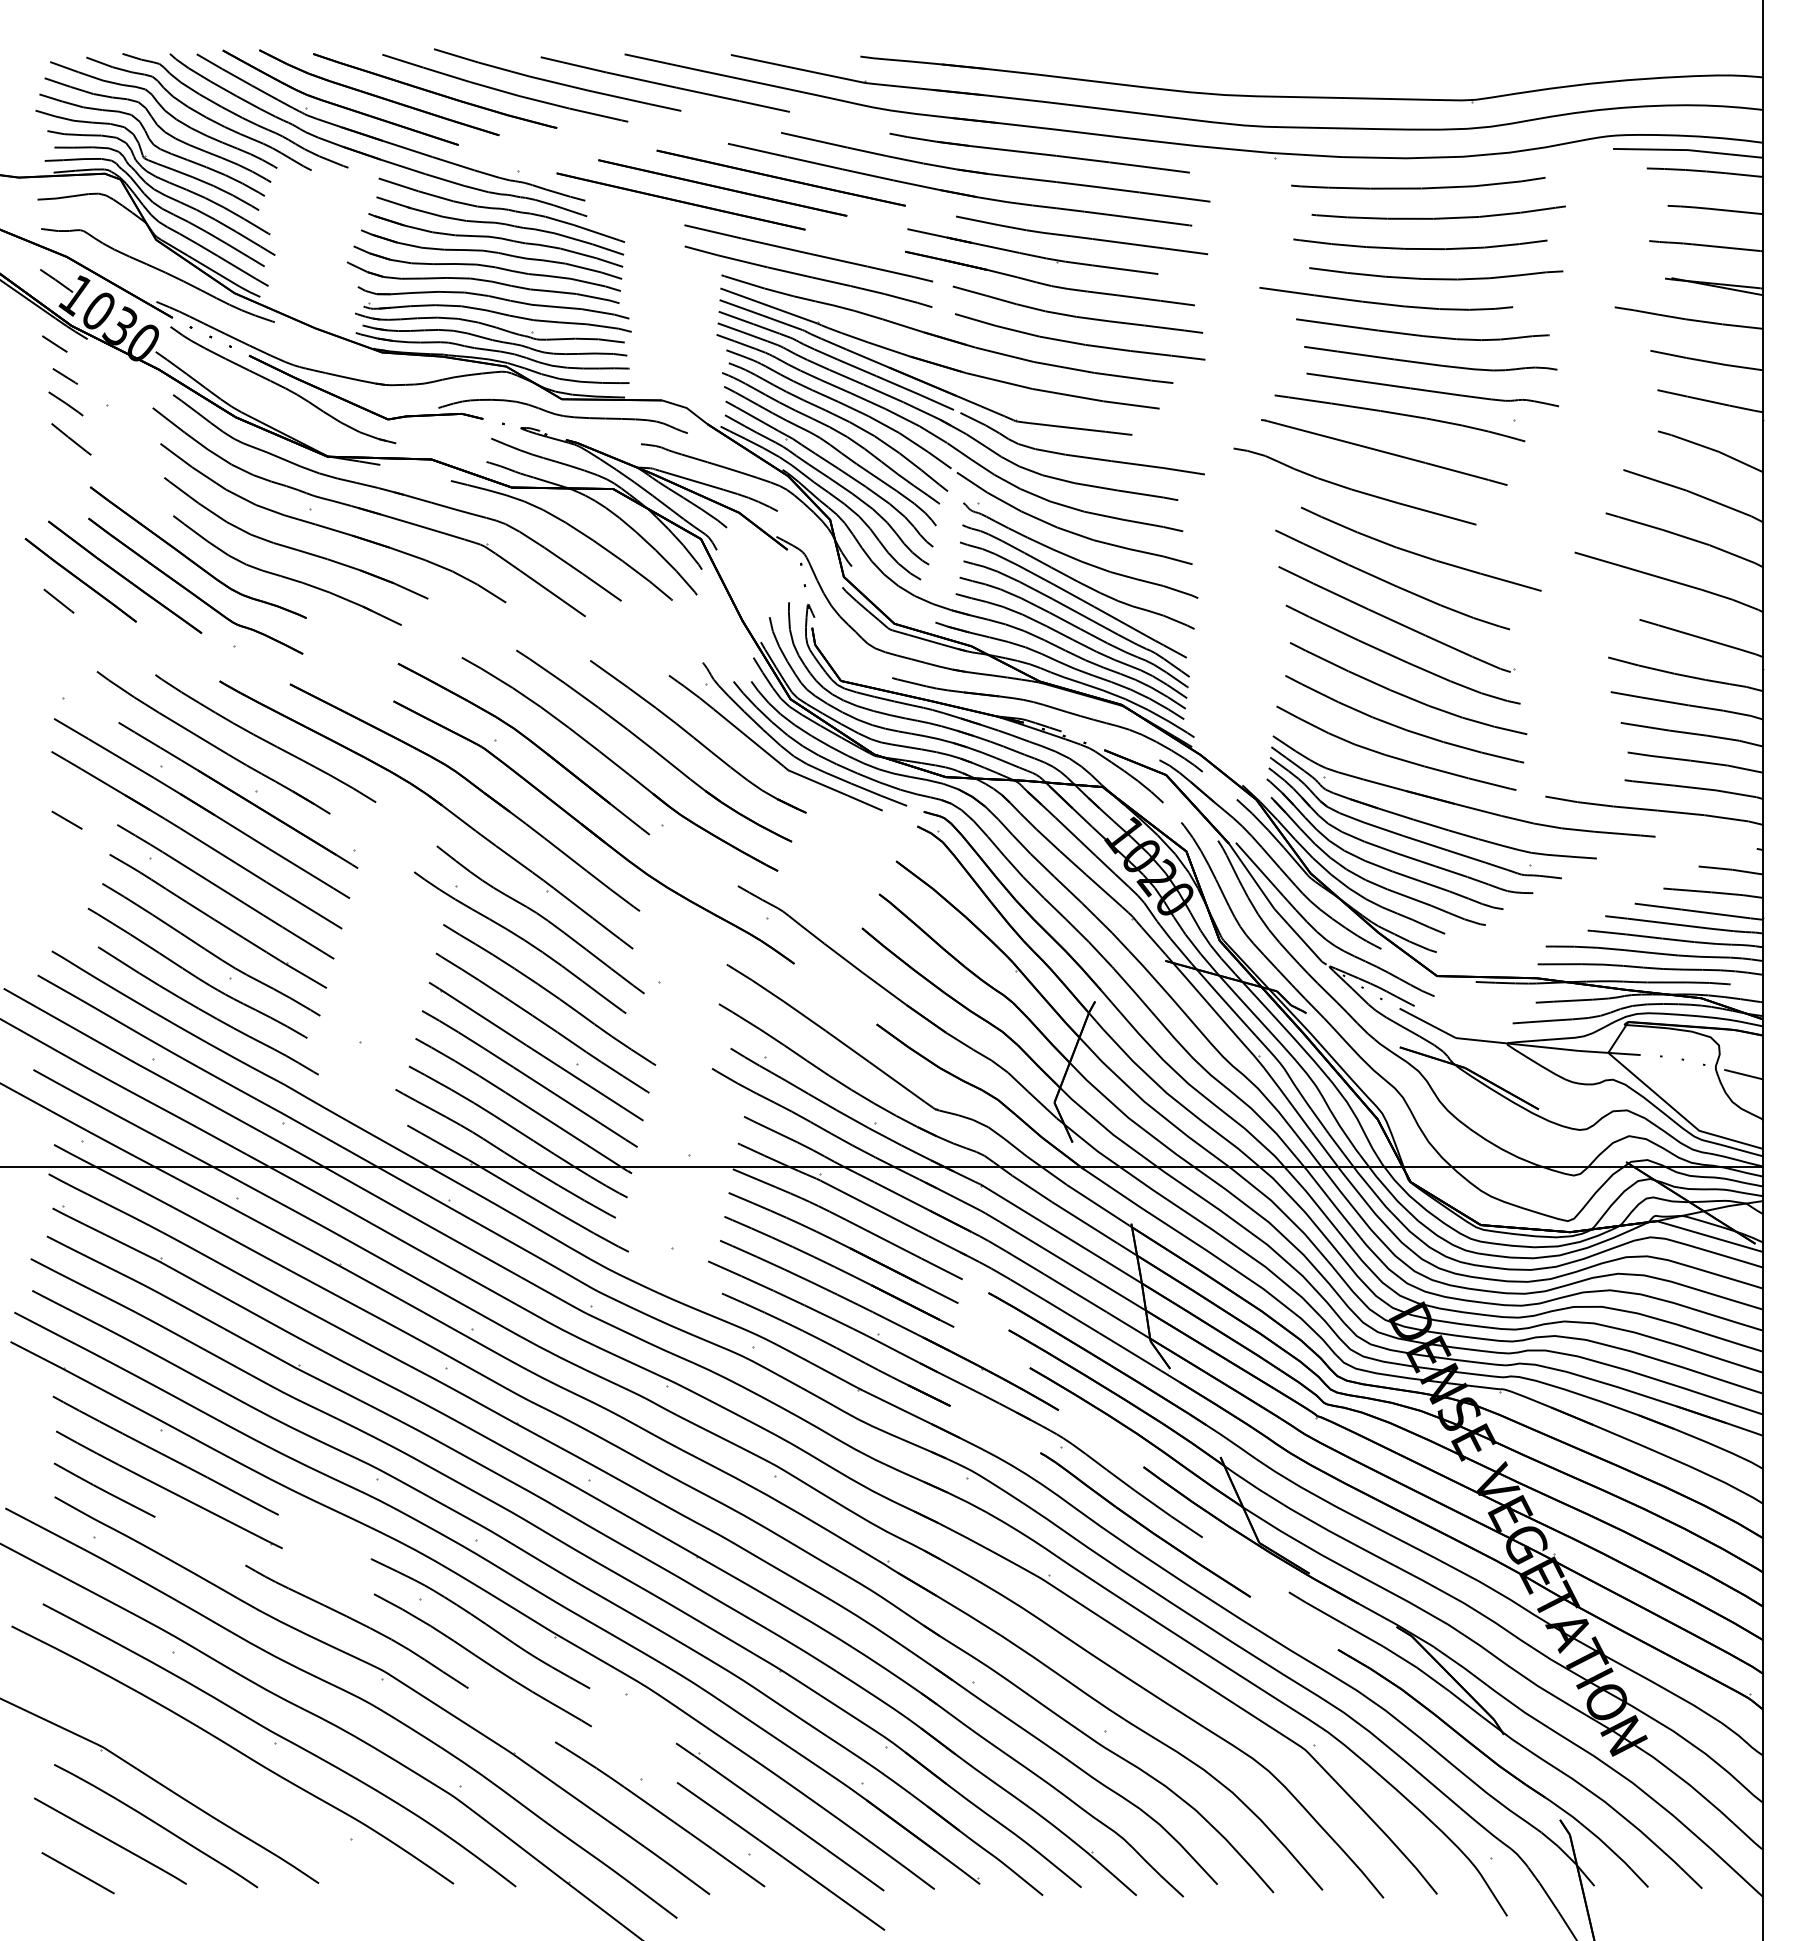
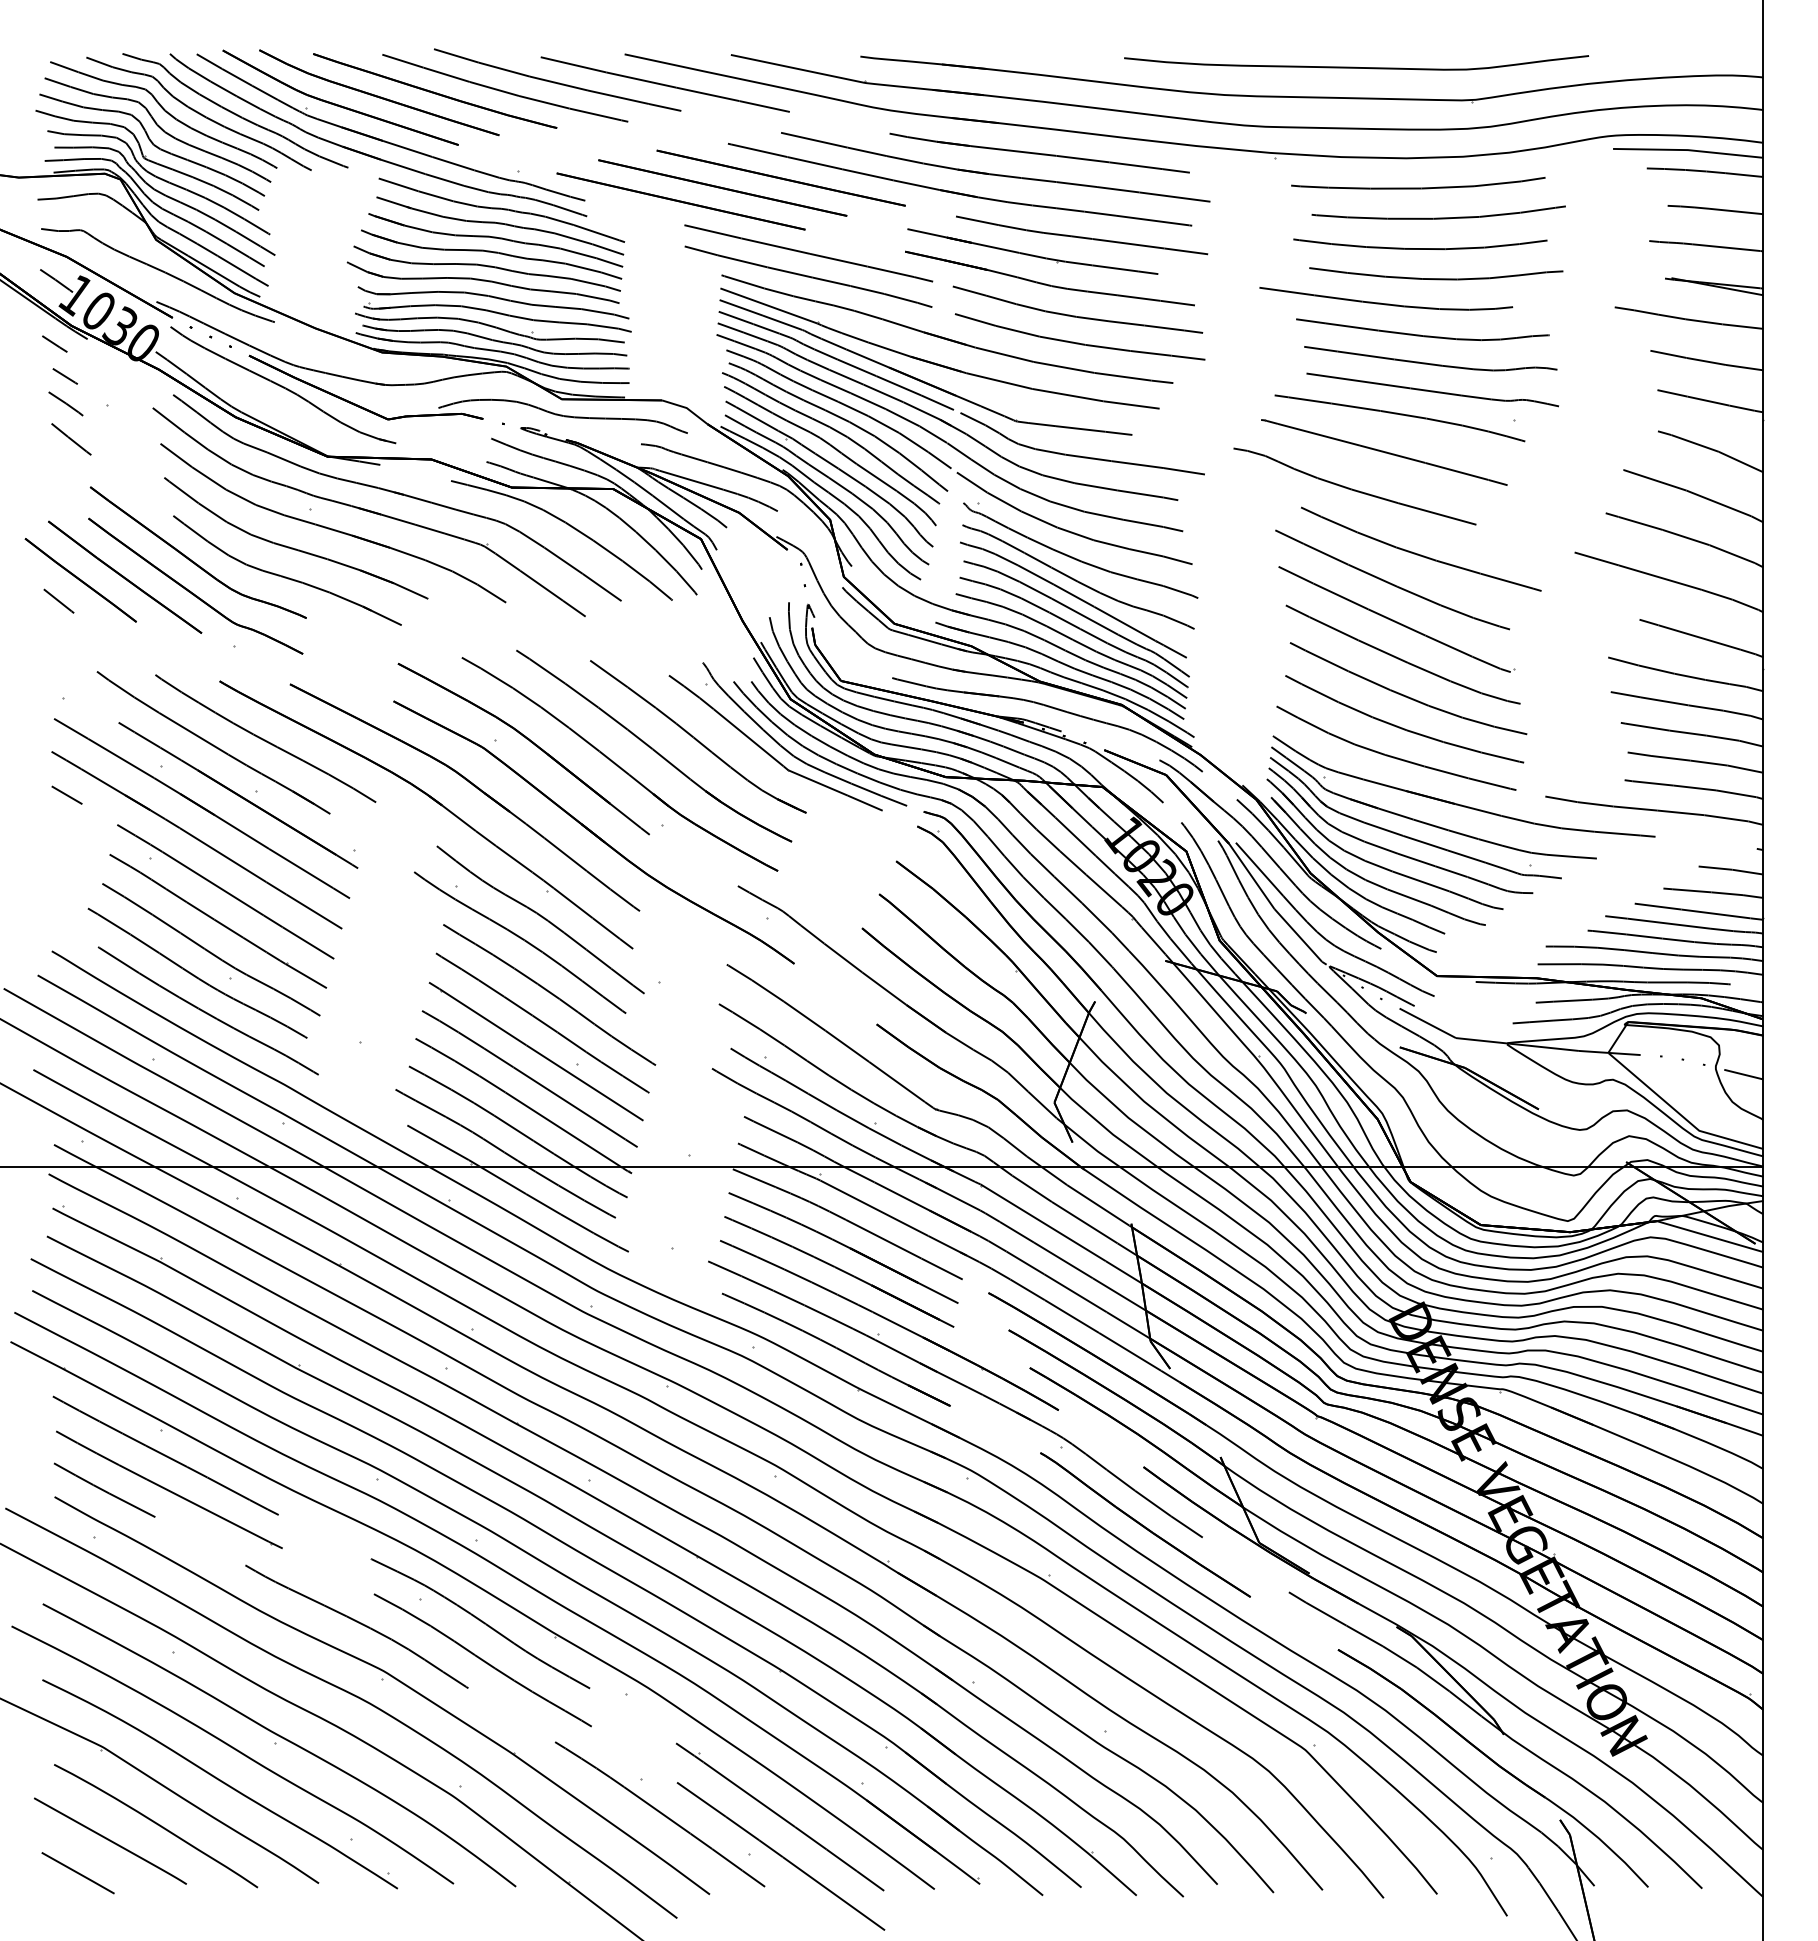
curve at (1355, 66): none -> present
line at (66, 819) position: (66, 819) -> (66, 794)
part at (219, 1784): none -> present
